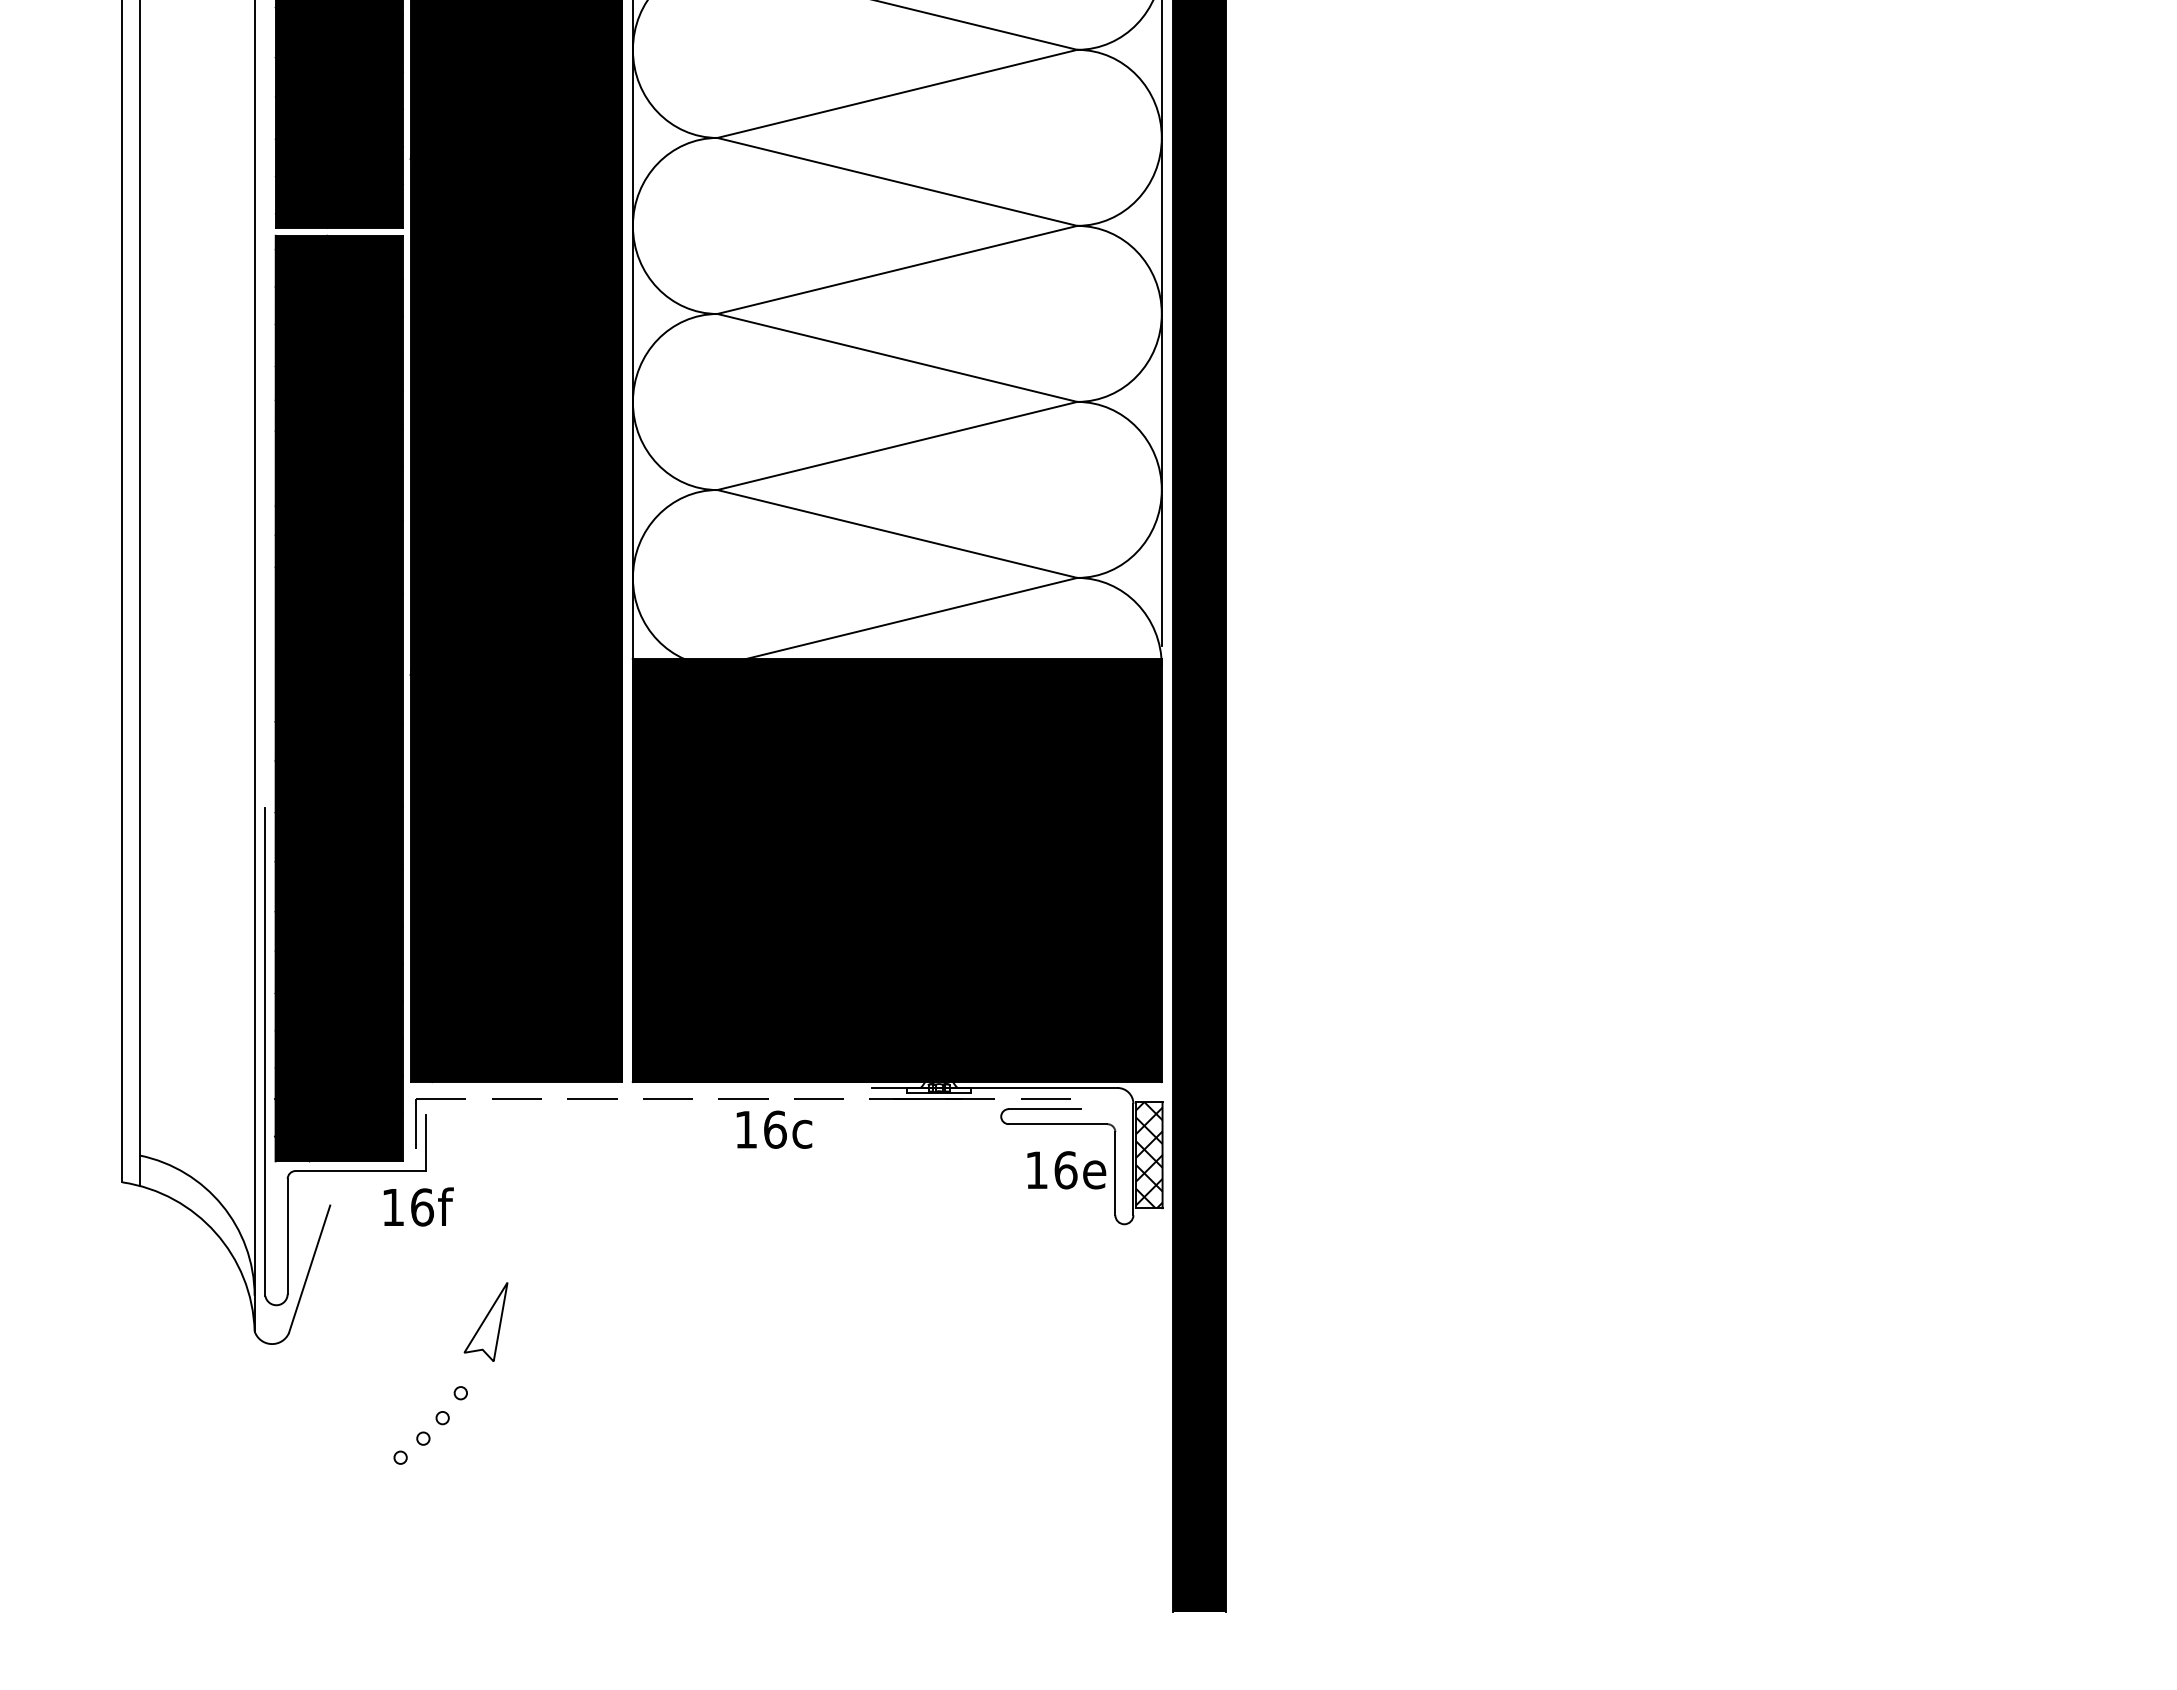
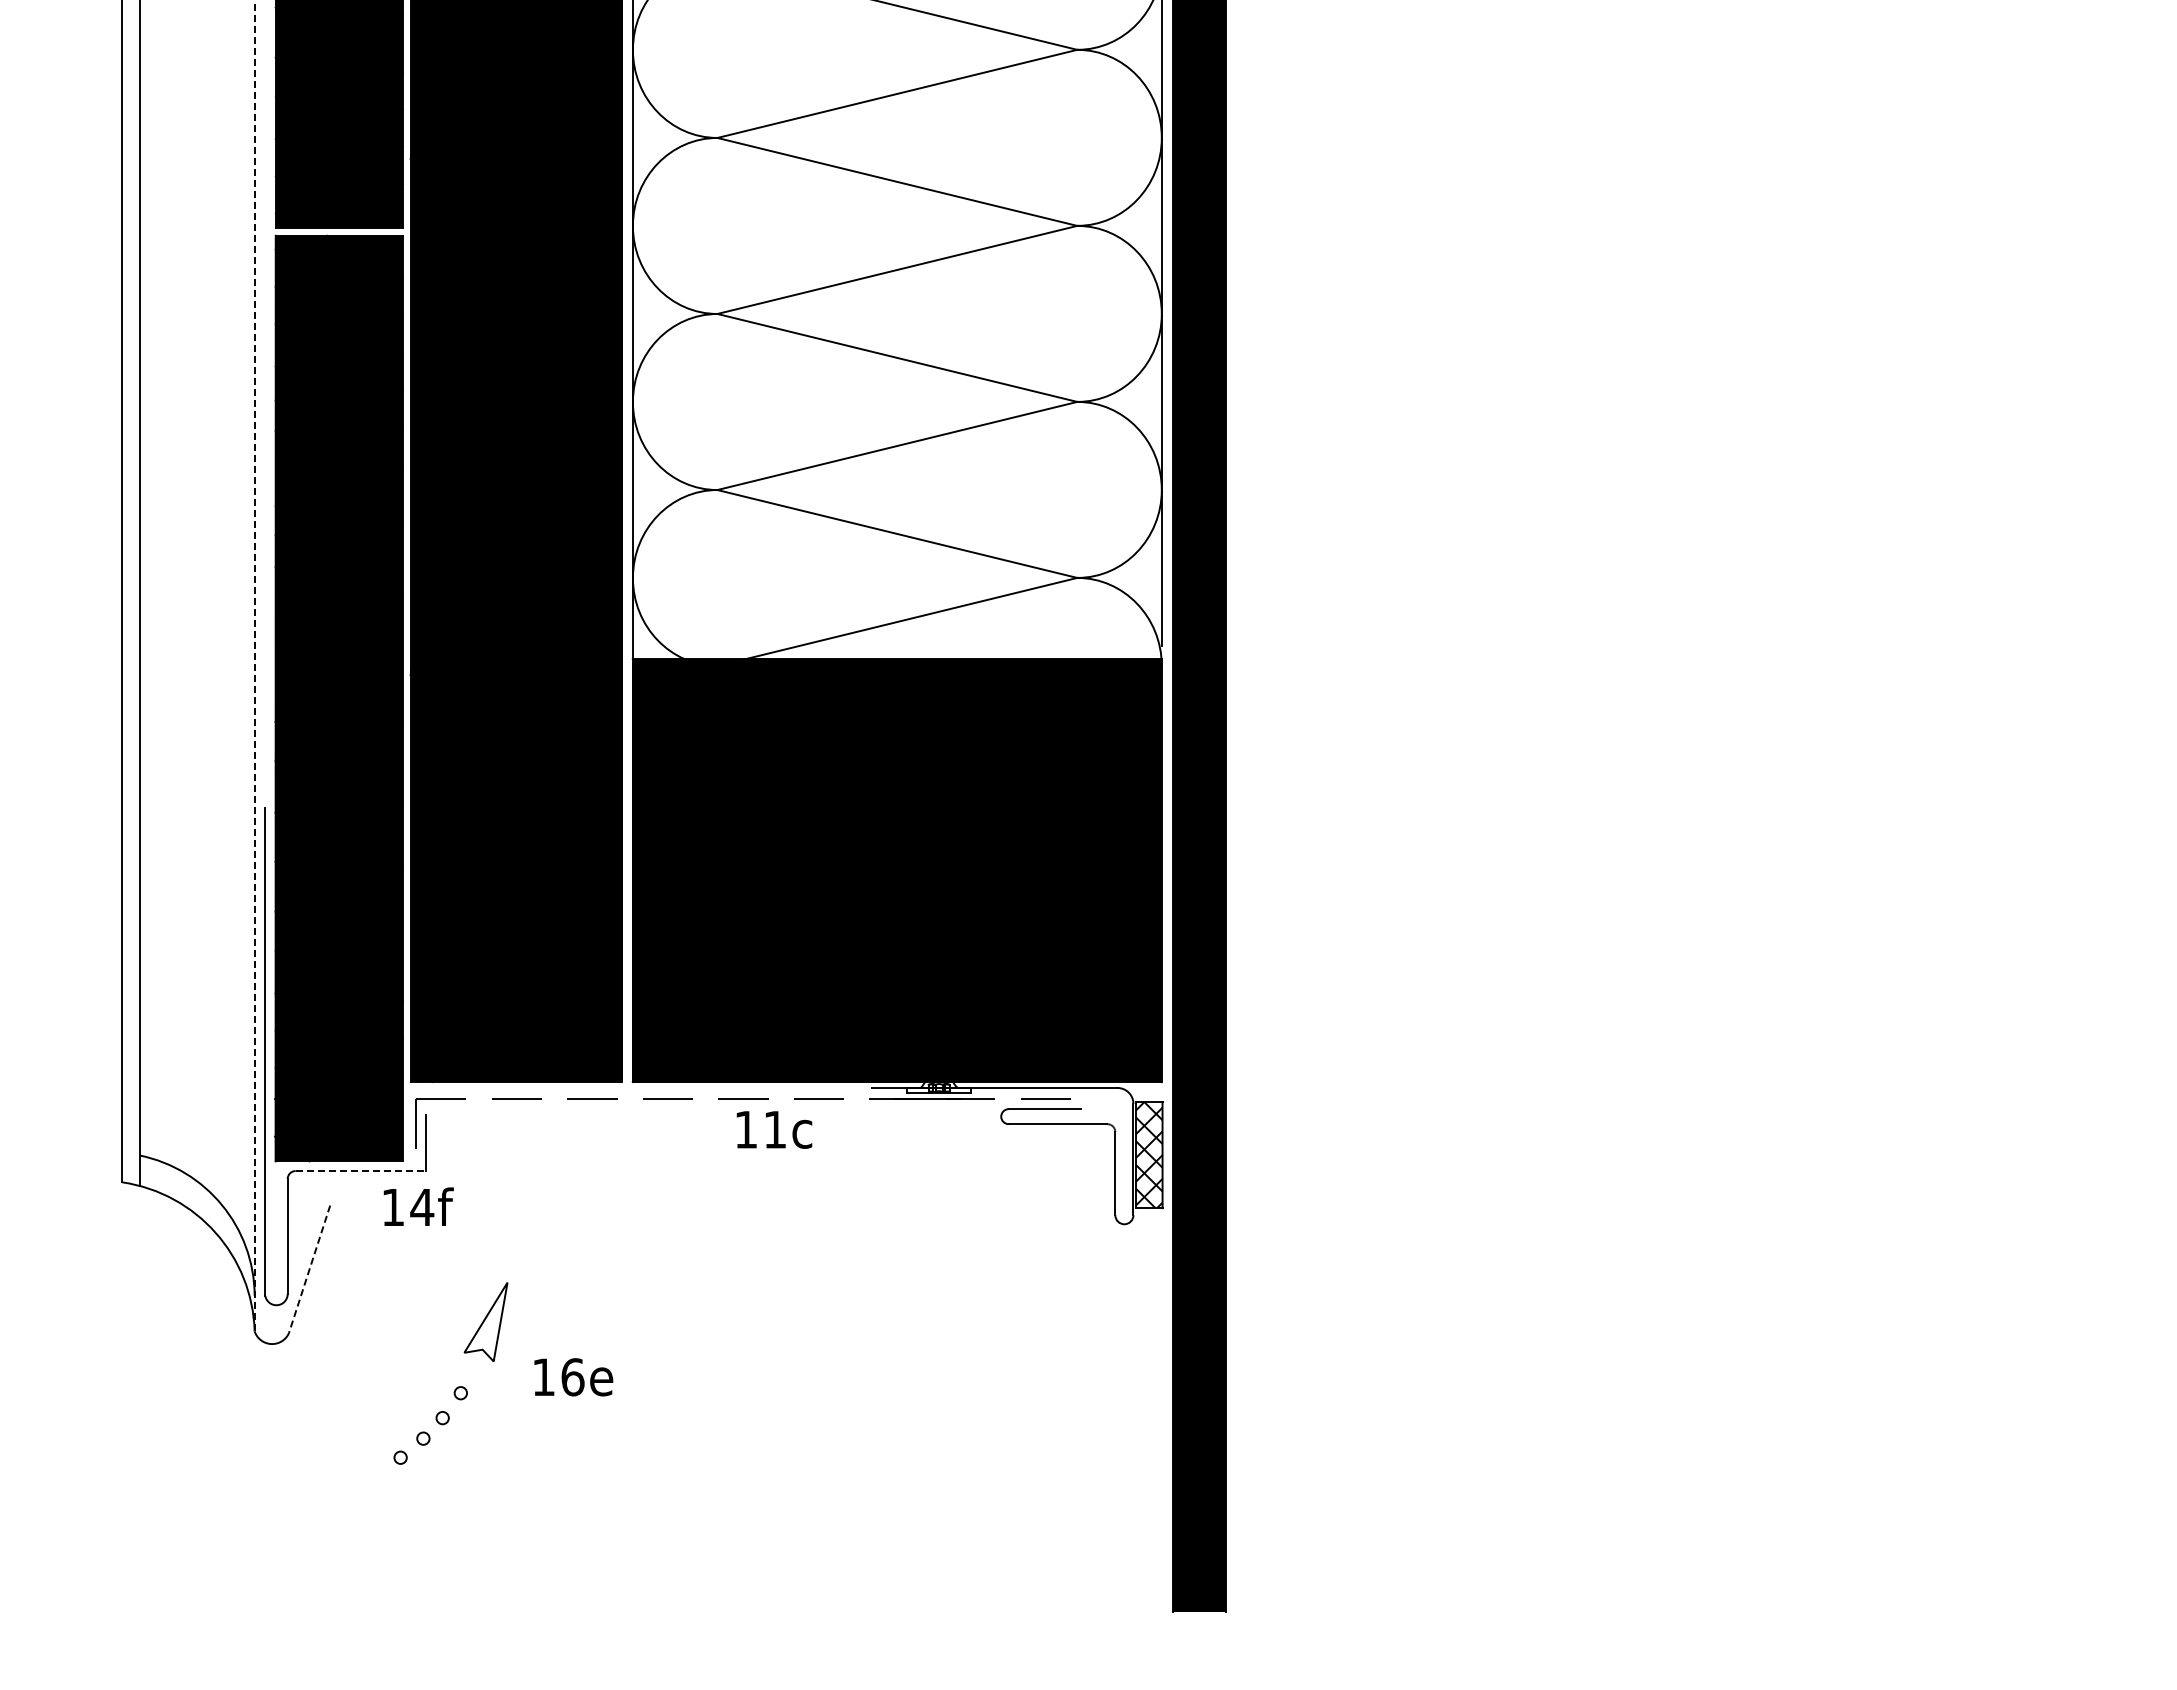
line at (254, 665): solid -> dashed
text at (775, 1129): 16c -> 11c
text at (1066, 1170) position: (1066, 1170) -> (573, 1377)
line at (361, 1171): solid -> dashed
text at (422, 1207): 16f -> 14f
line at (309, 1269): solid -> dashed
